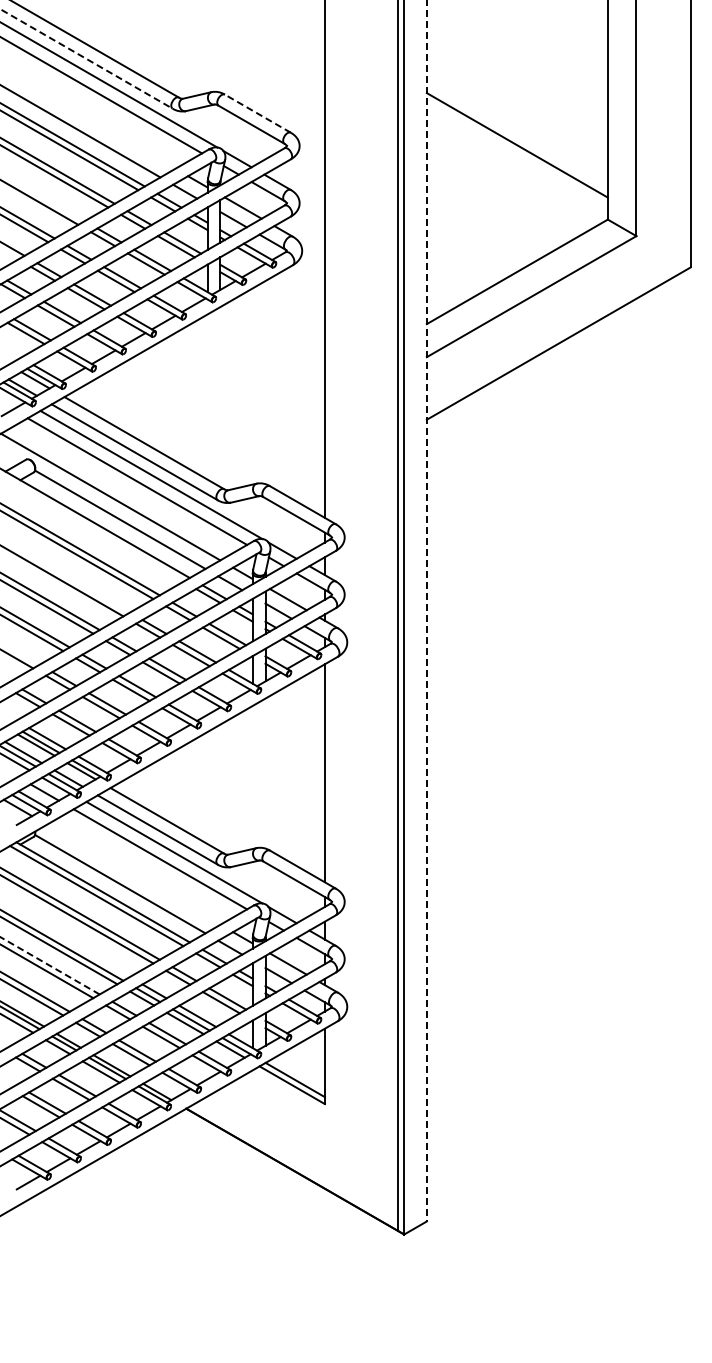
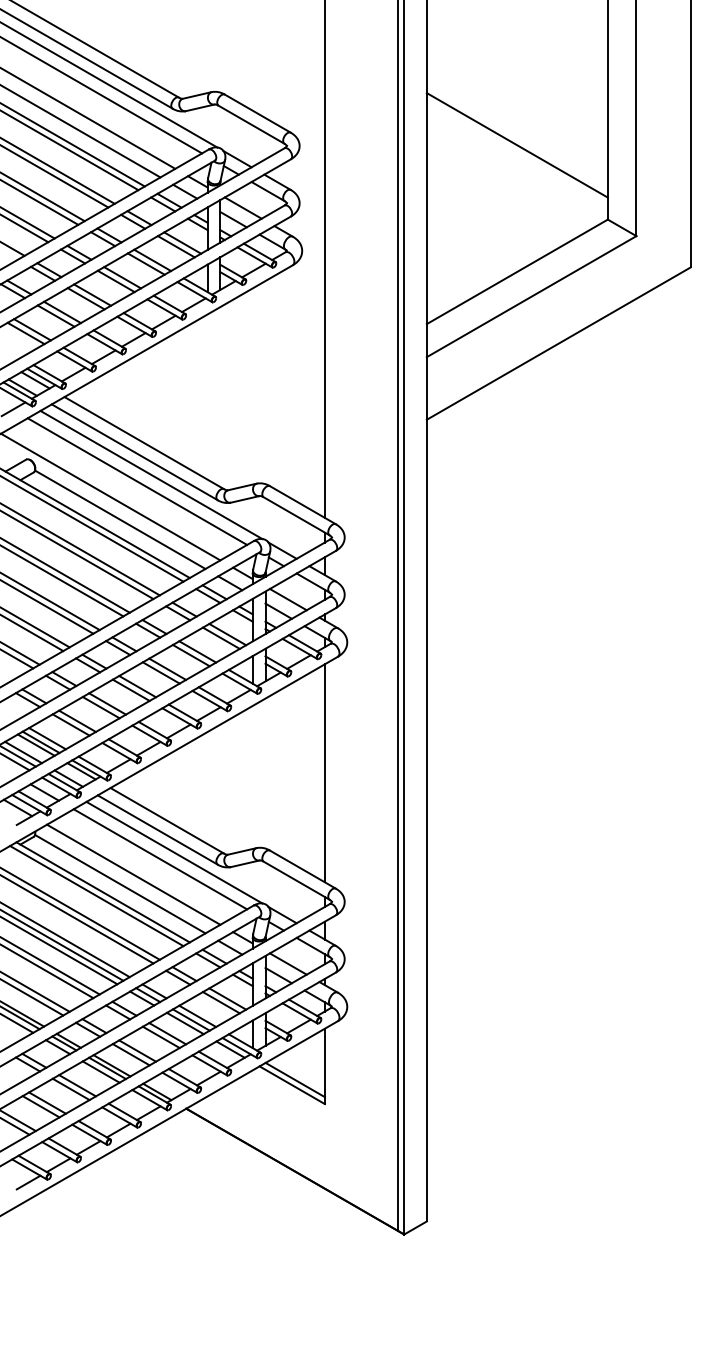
line at (86, 59): dashed -> solid
line at (257, 113): dashed -> solid
line at (88, 118): none -> present
line at (43, 197): none -> present
line at (92, 529): none -> present
line at (65, 575): none -> present
line at (426, 611): dashed -> solid
line at (20, 653): none -> present
line at (133, 874): none -> present
line at (65, 940): none -> present
line at (49, 965): dashed -> solid
